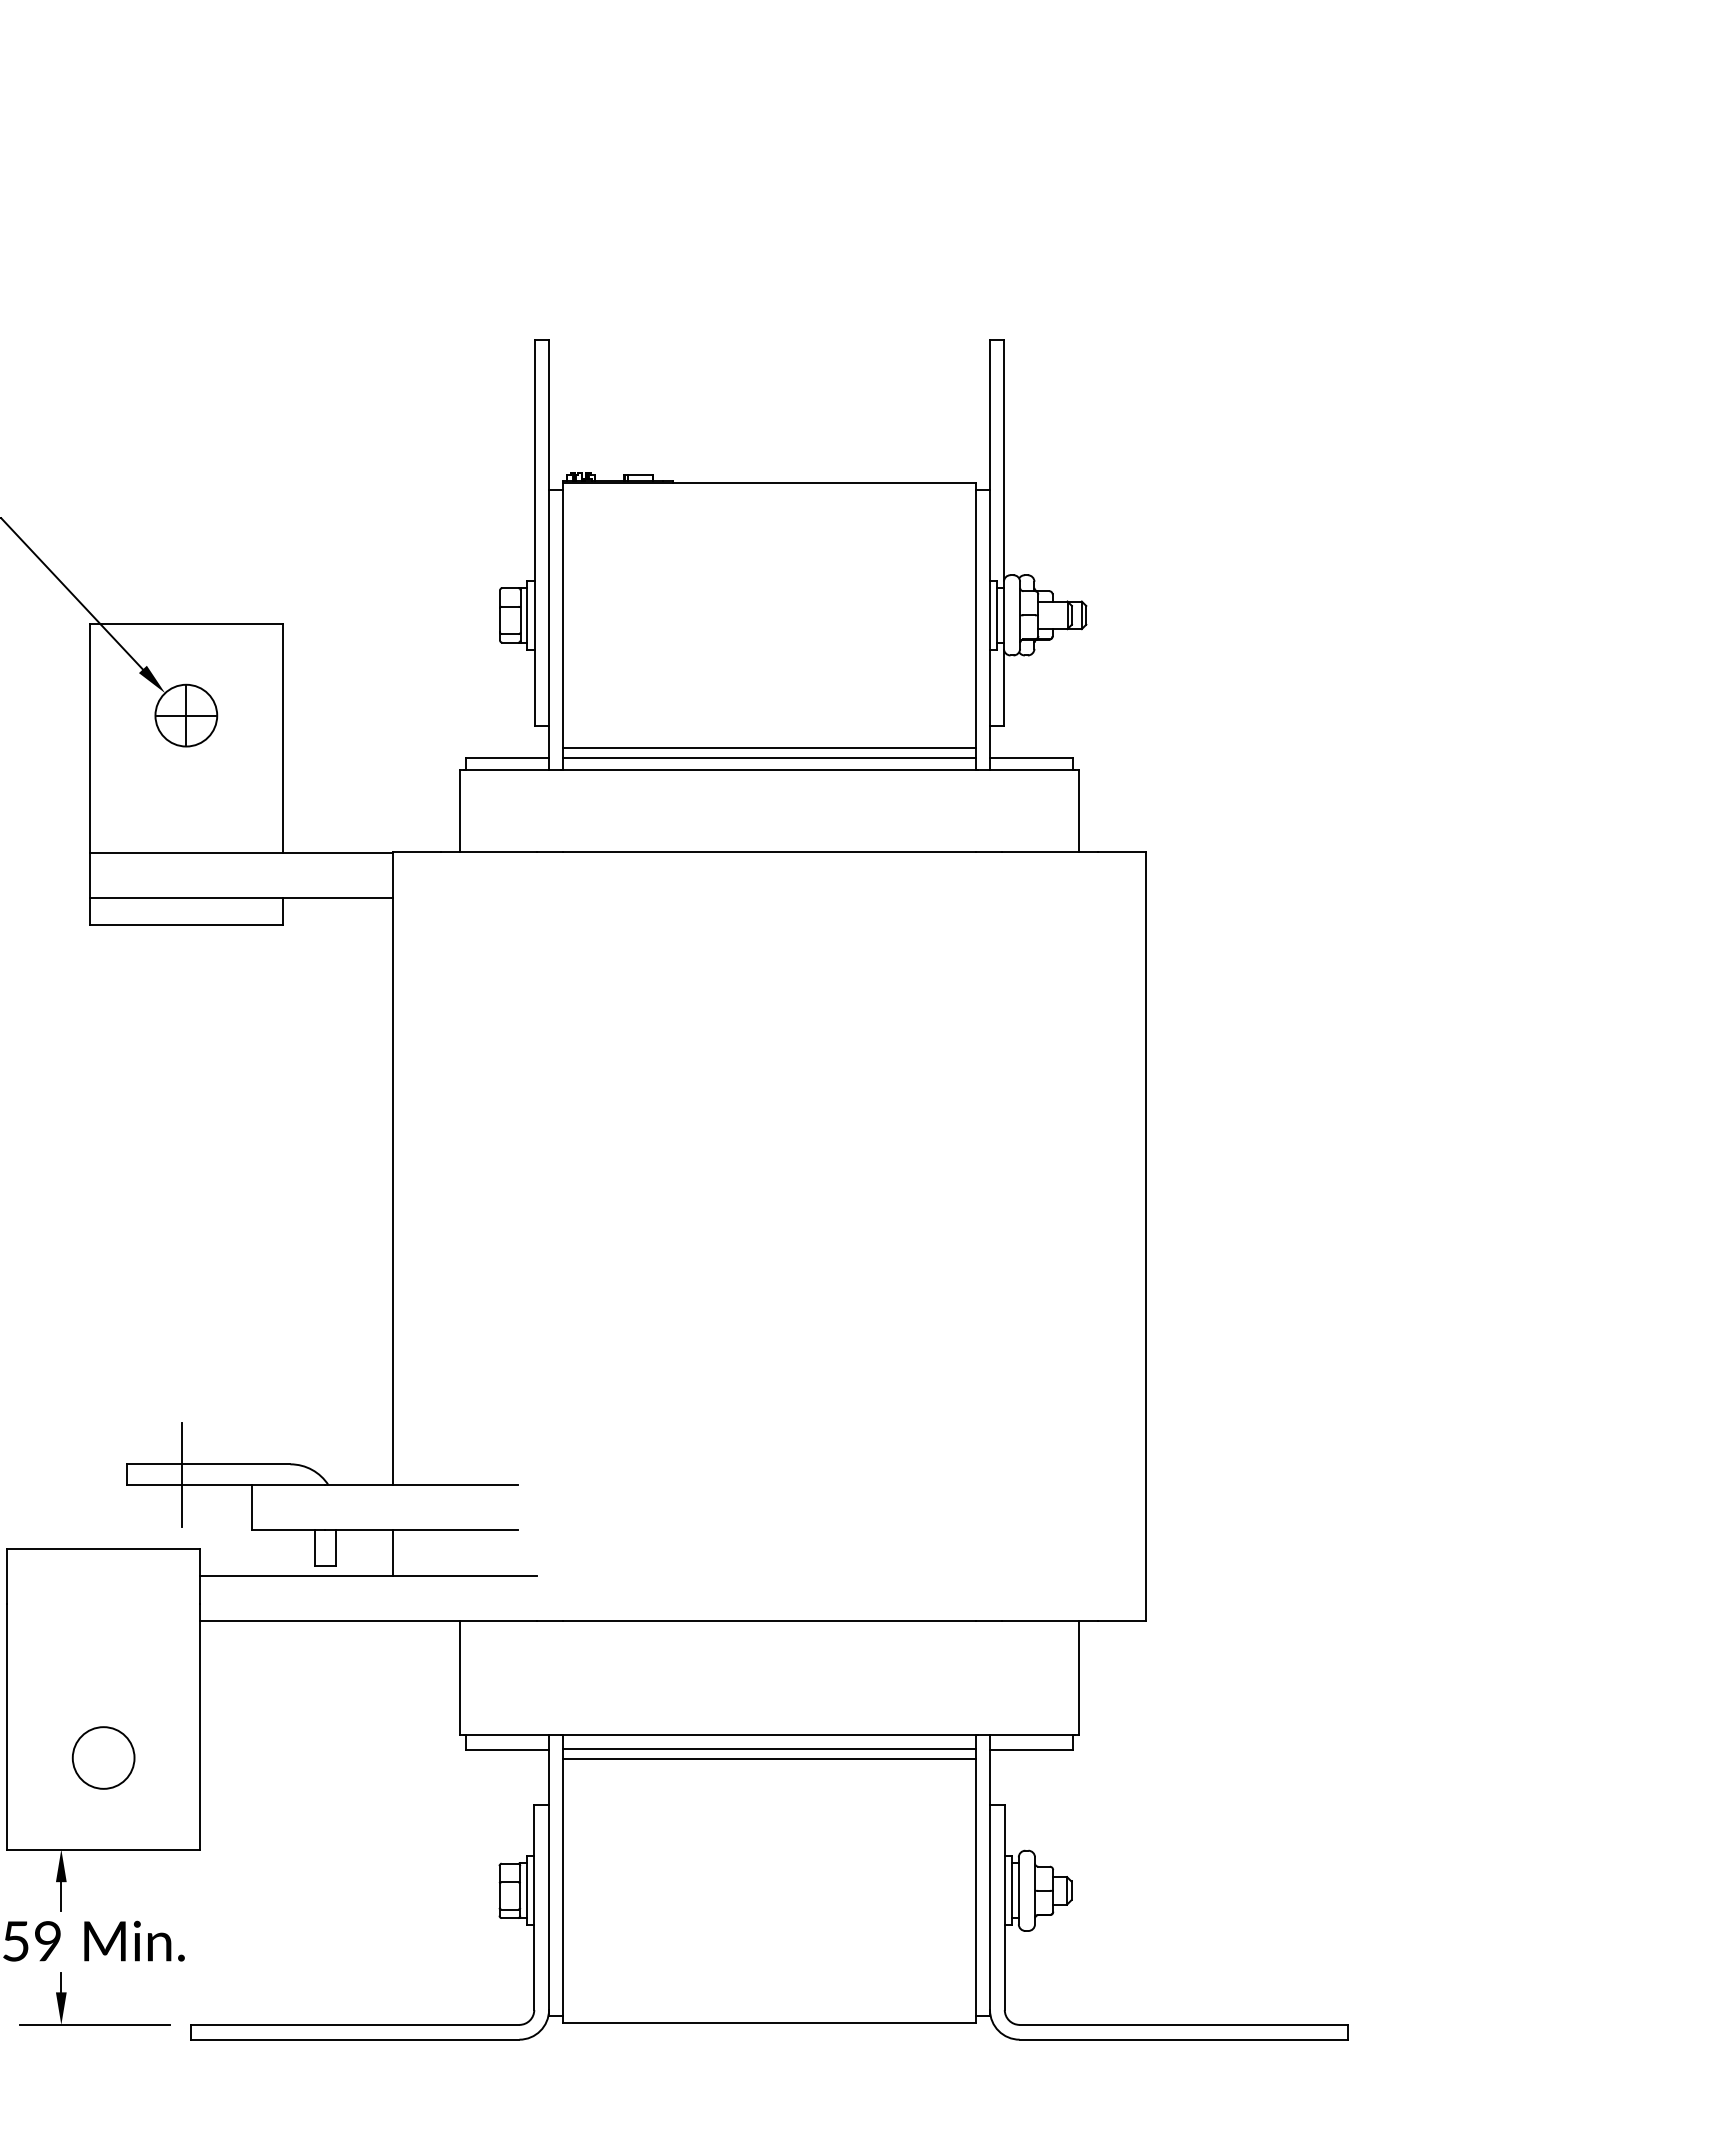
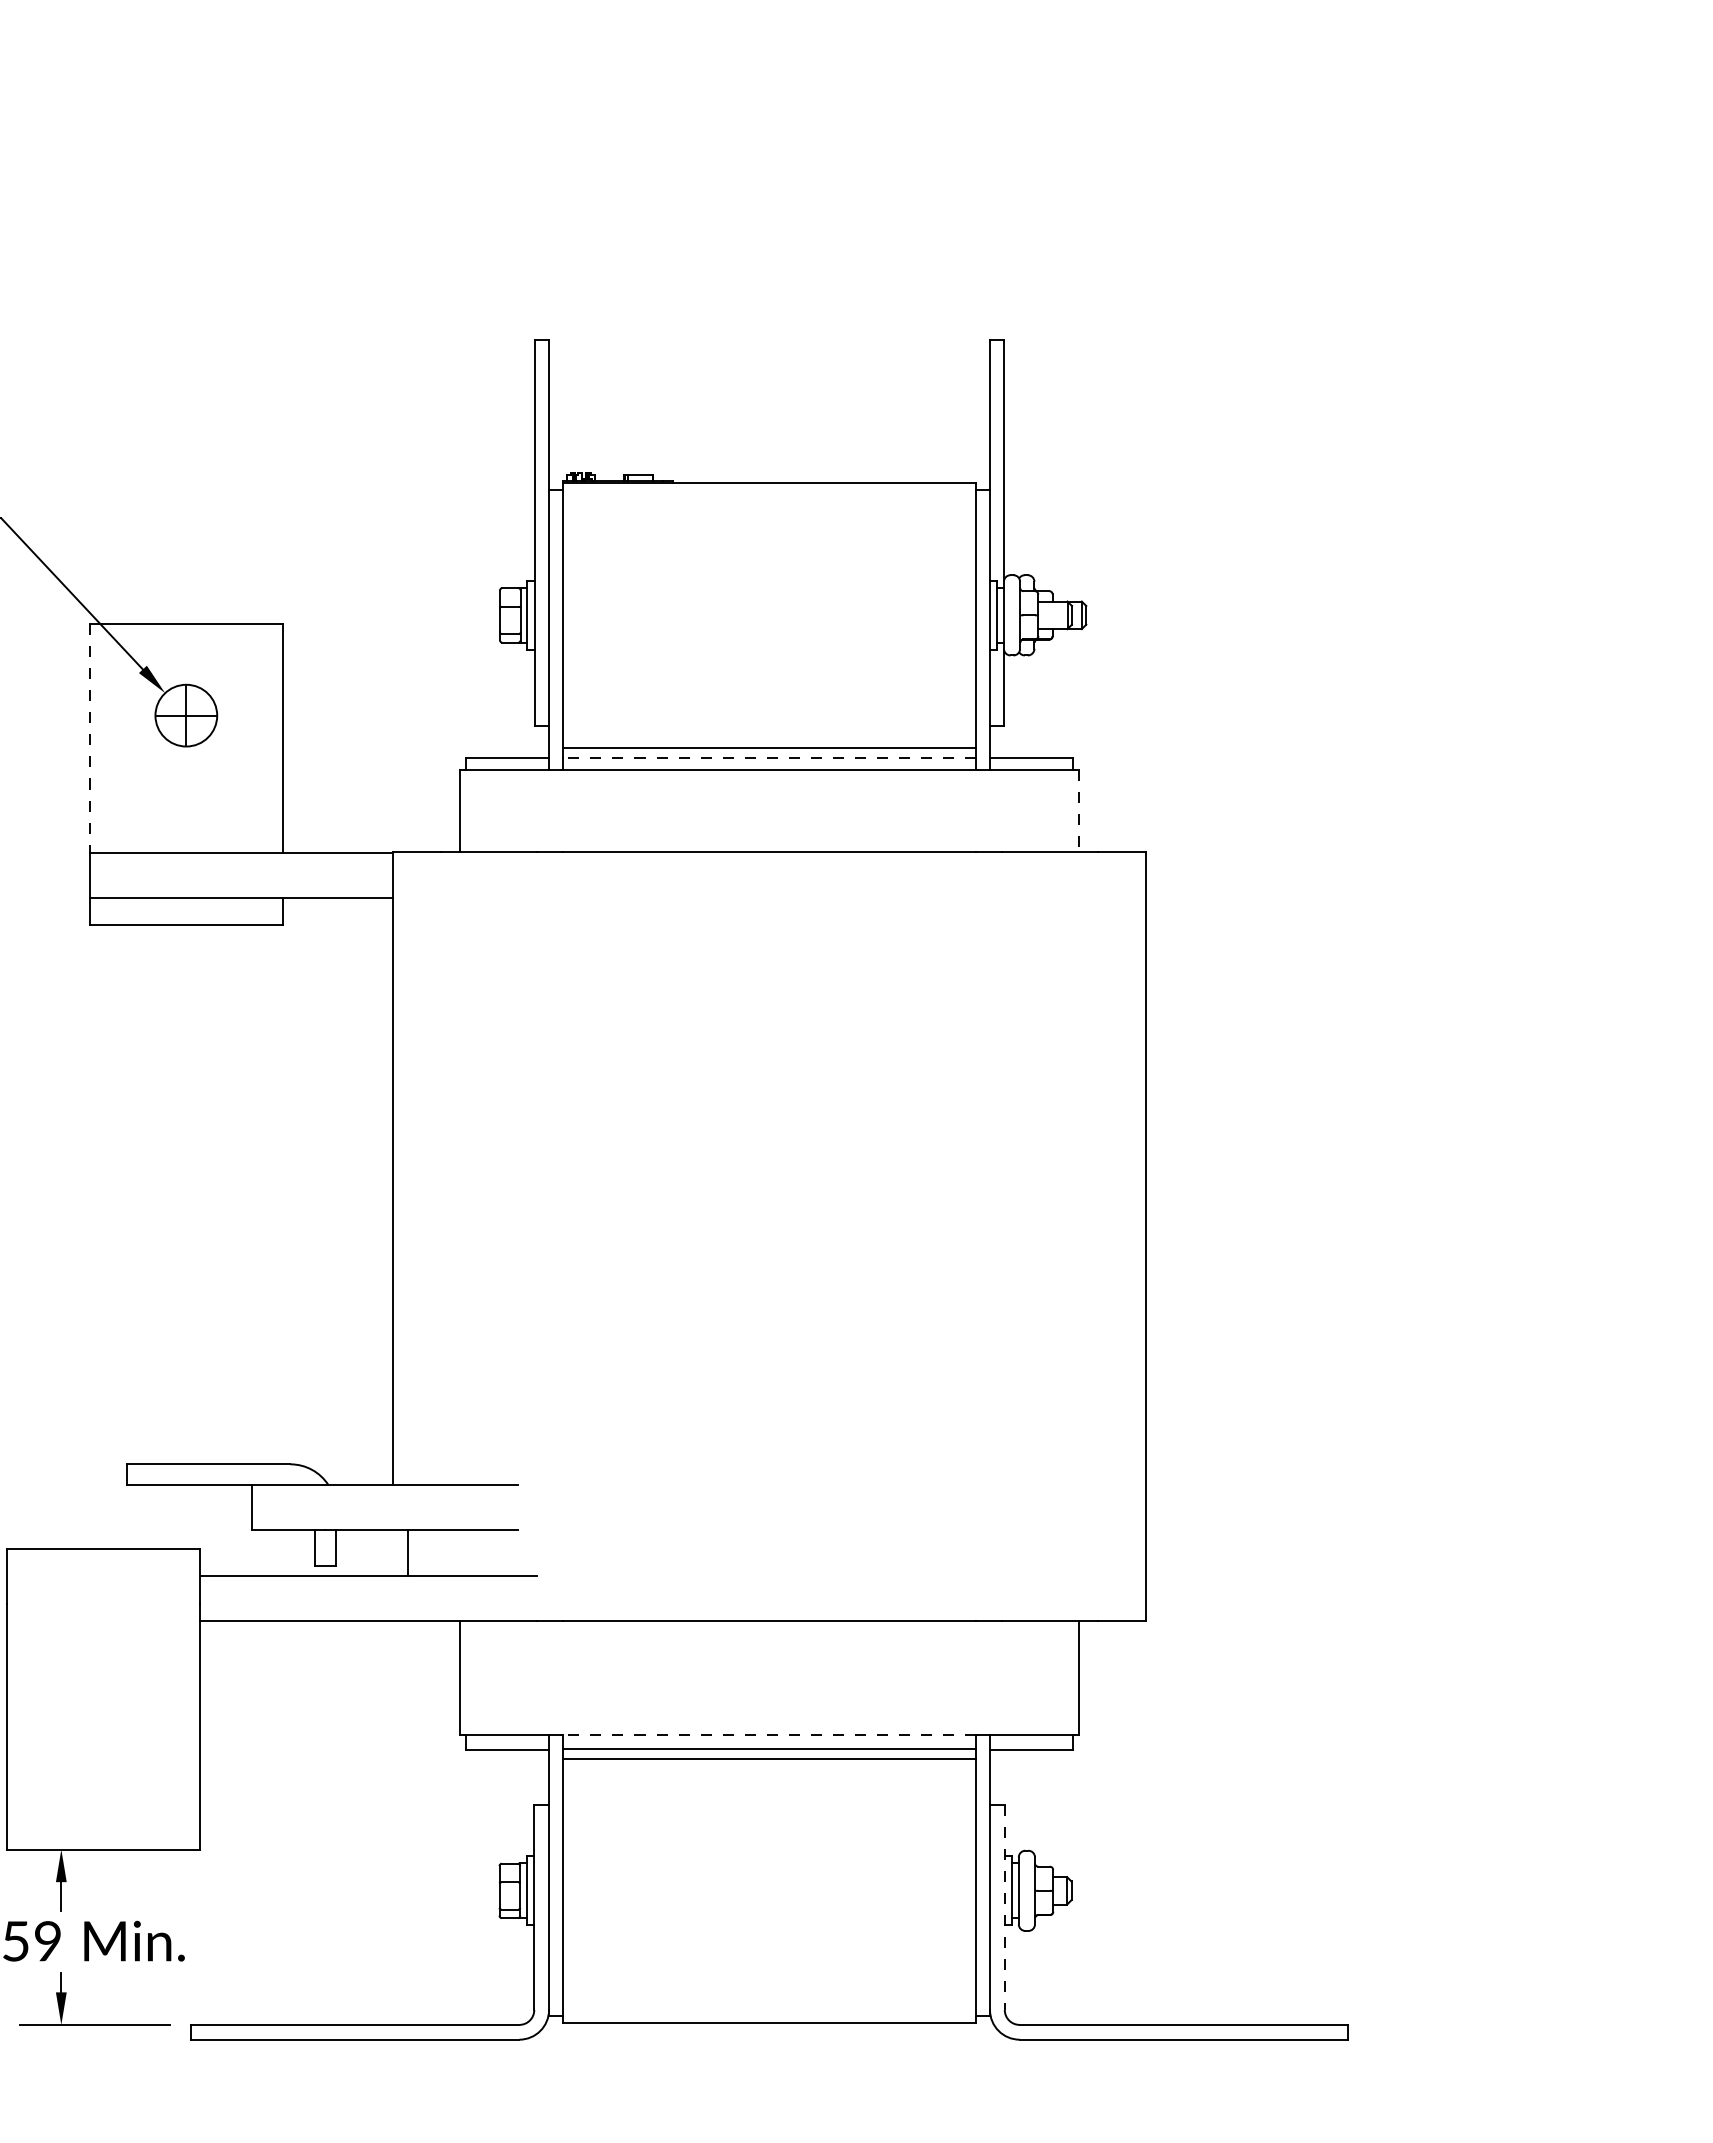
line at (89, 739): solid -> dashed
line at (769, 757): solid -> dashed
line at (1079, 811): solid -> dashed
line at (181, 1474): present -> none
line at (392, 1553) position: (392, 1553) -> (407, 1553)
line at (769, 1734): solid -> dashed
circle at (103, 1757): present -> none
line at (1004, 1907): solid -> dashed
